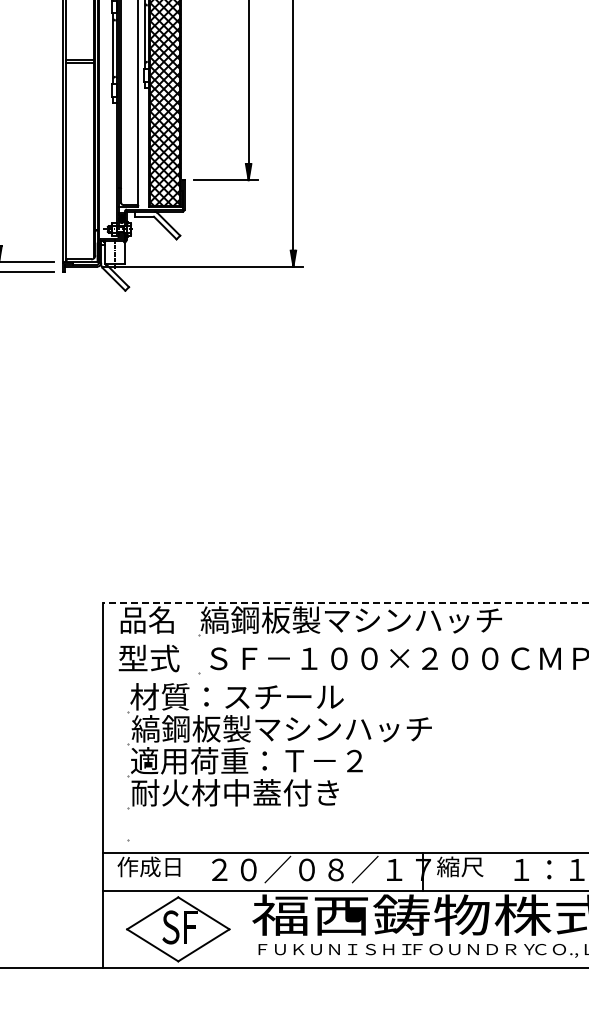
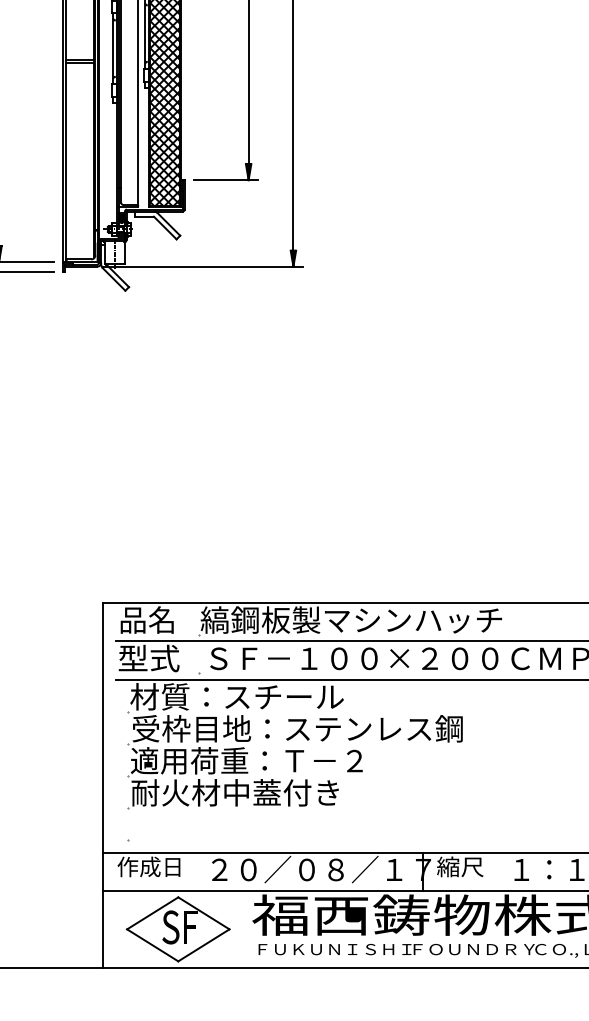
line at (345, 603): dashed -> solid
line at (350, 641): none -> present
line at (350, 679): none -> present
text at (296, 728): 縞鋼板製マシンハッチ -> 受枠目地：ステンレス鋼
